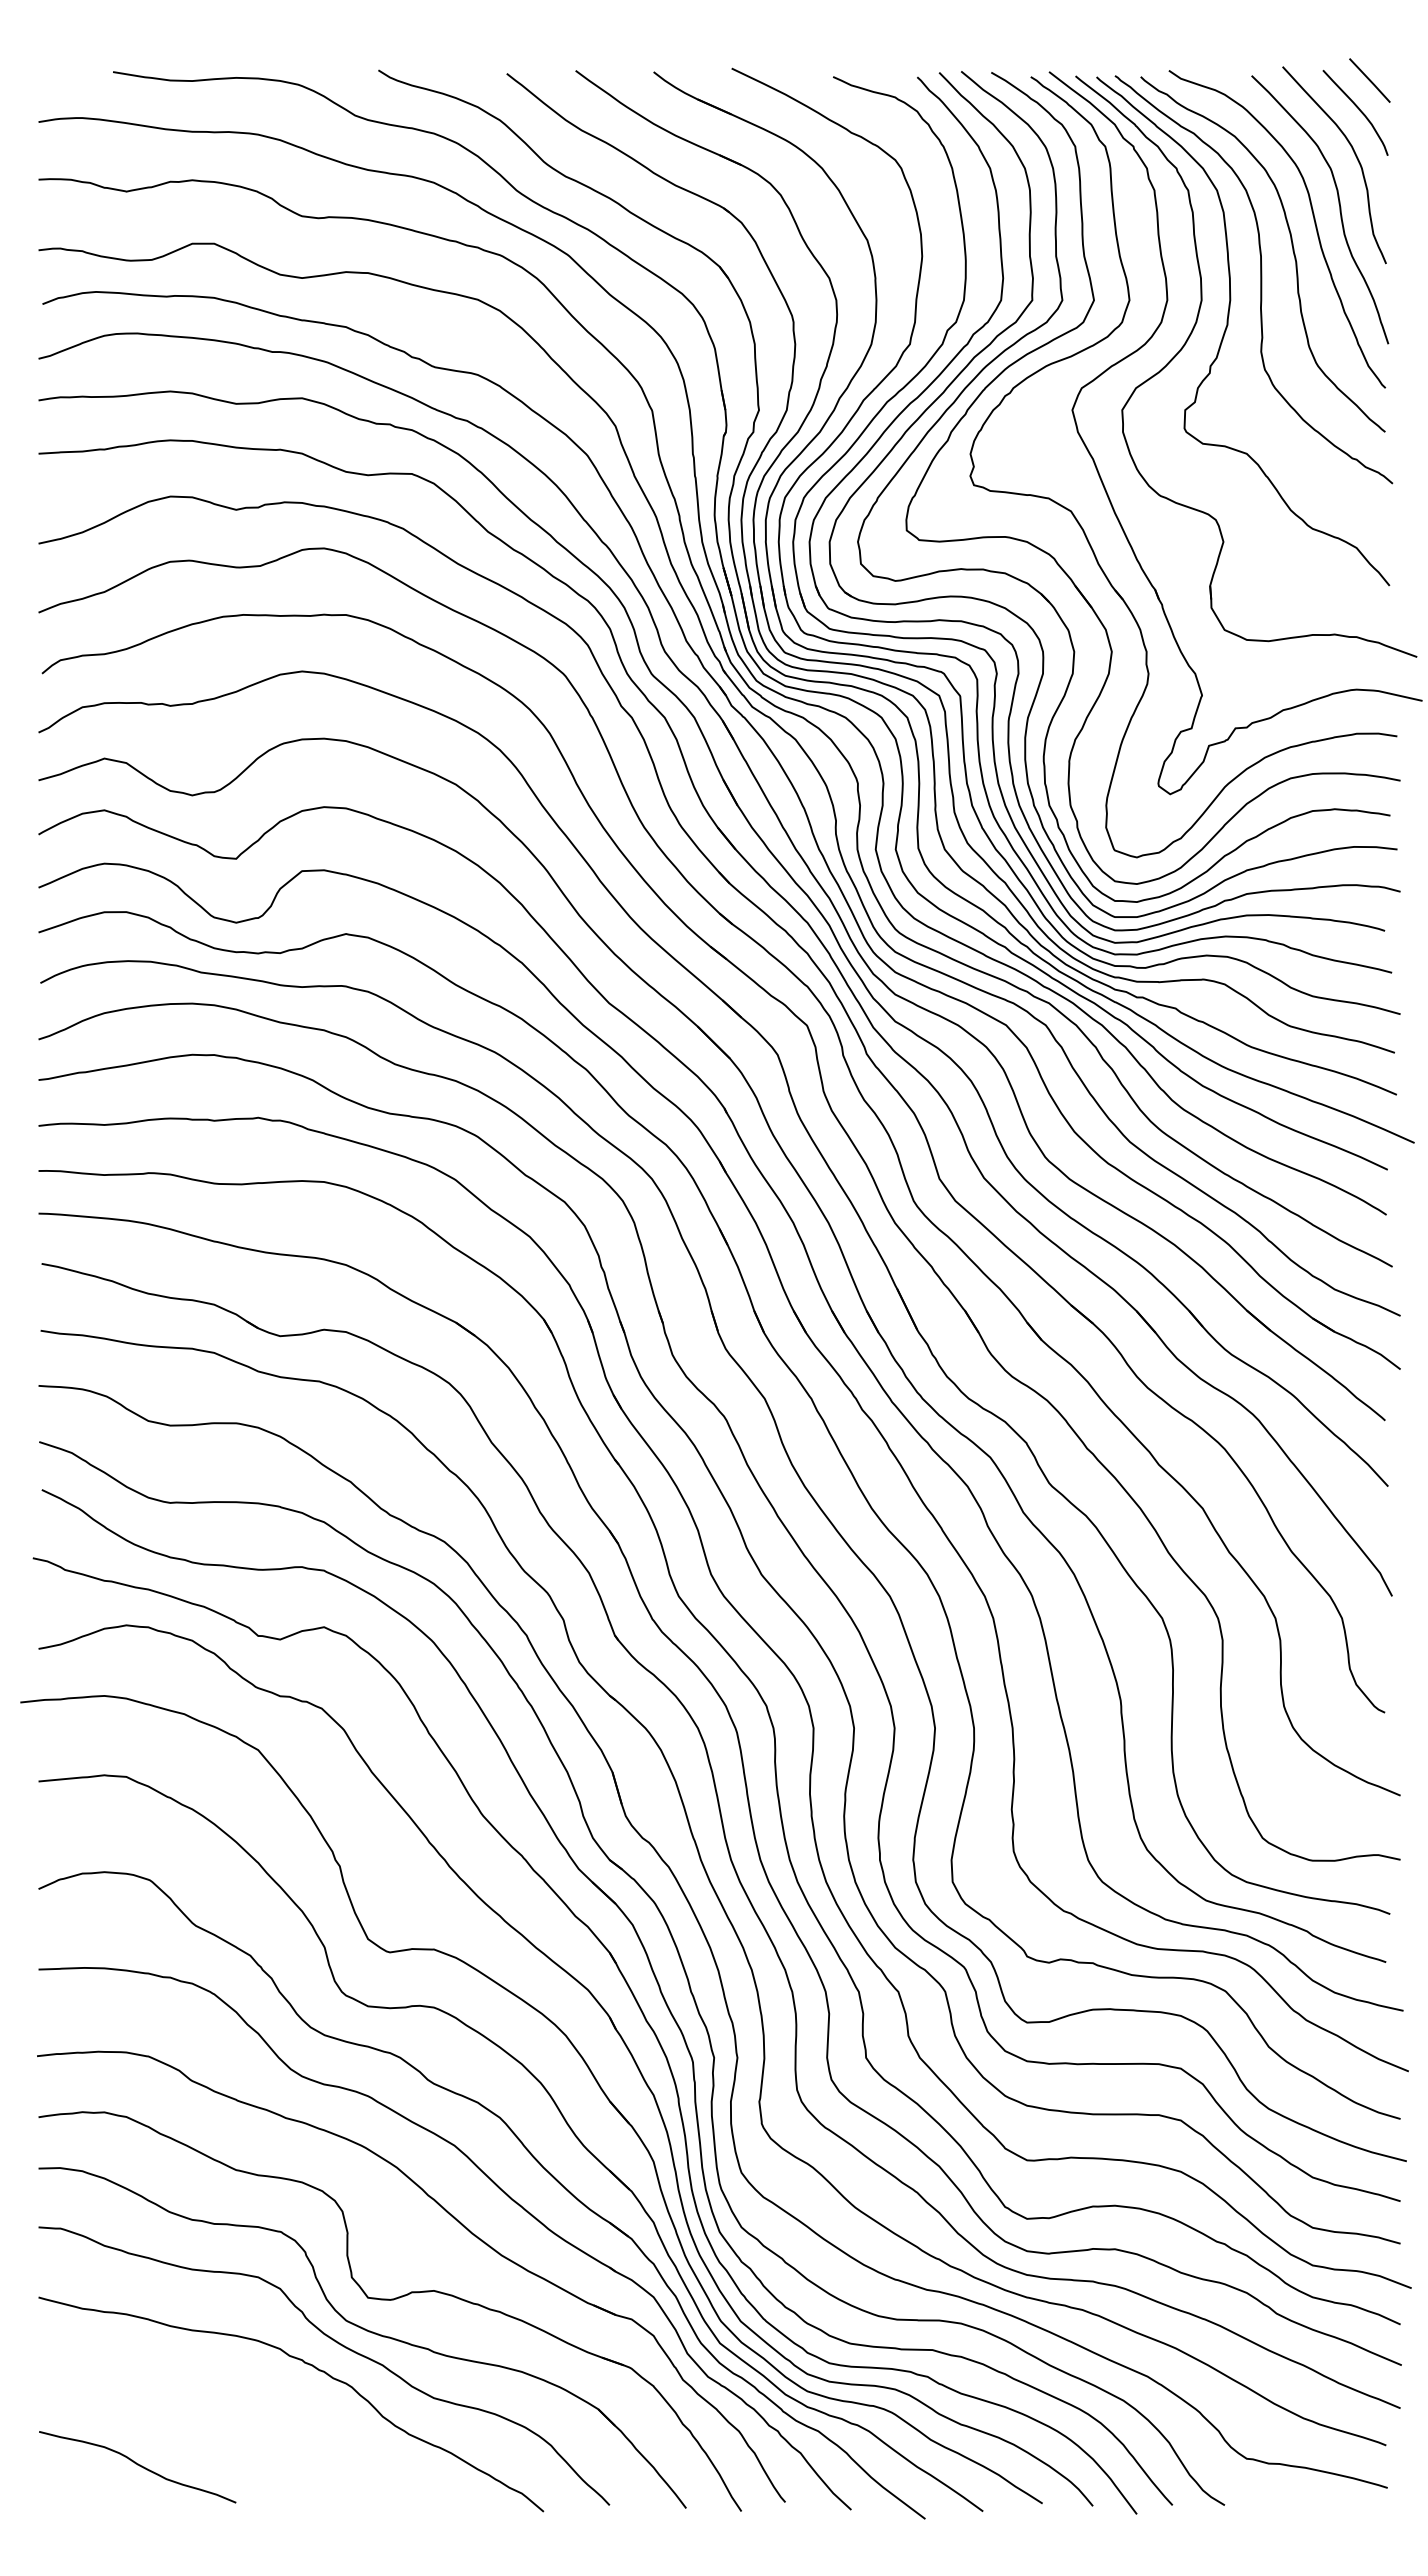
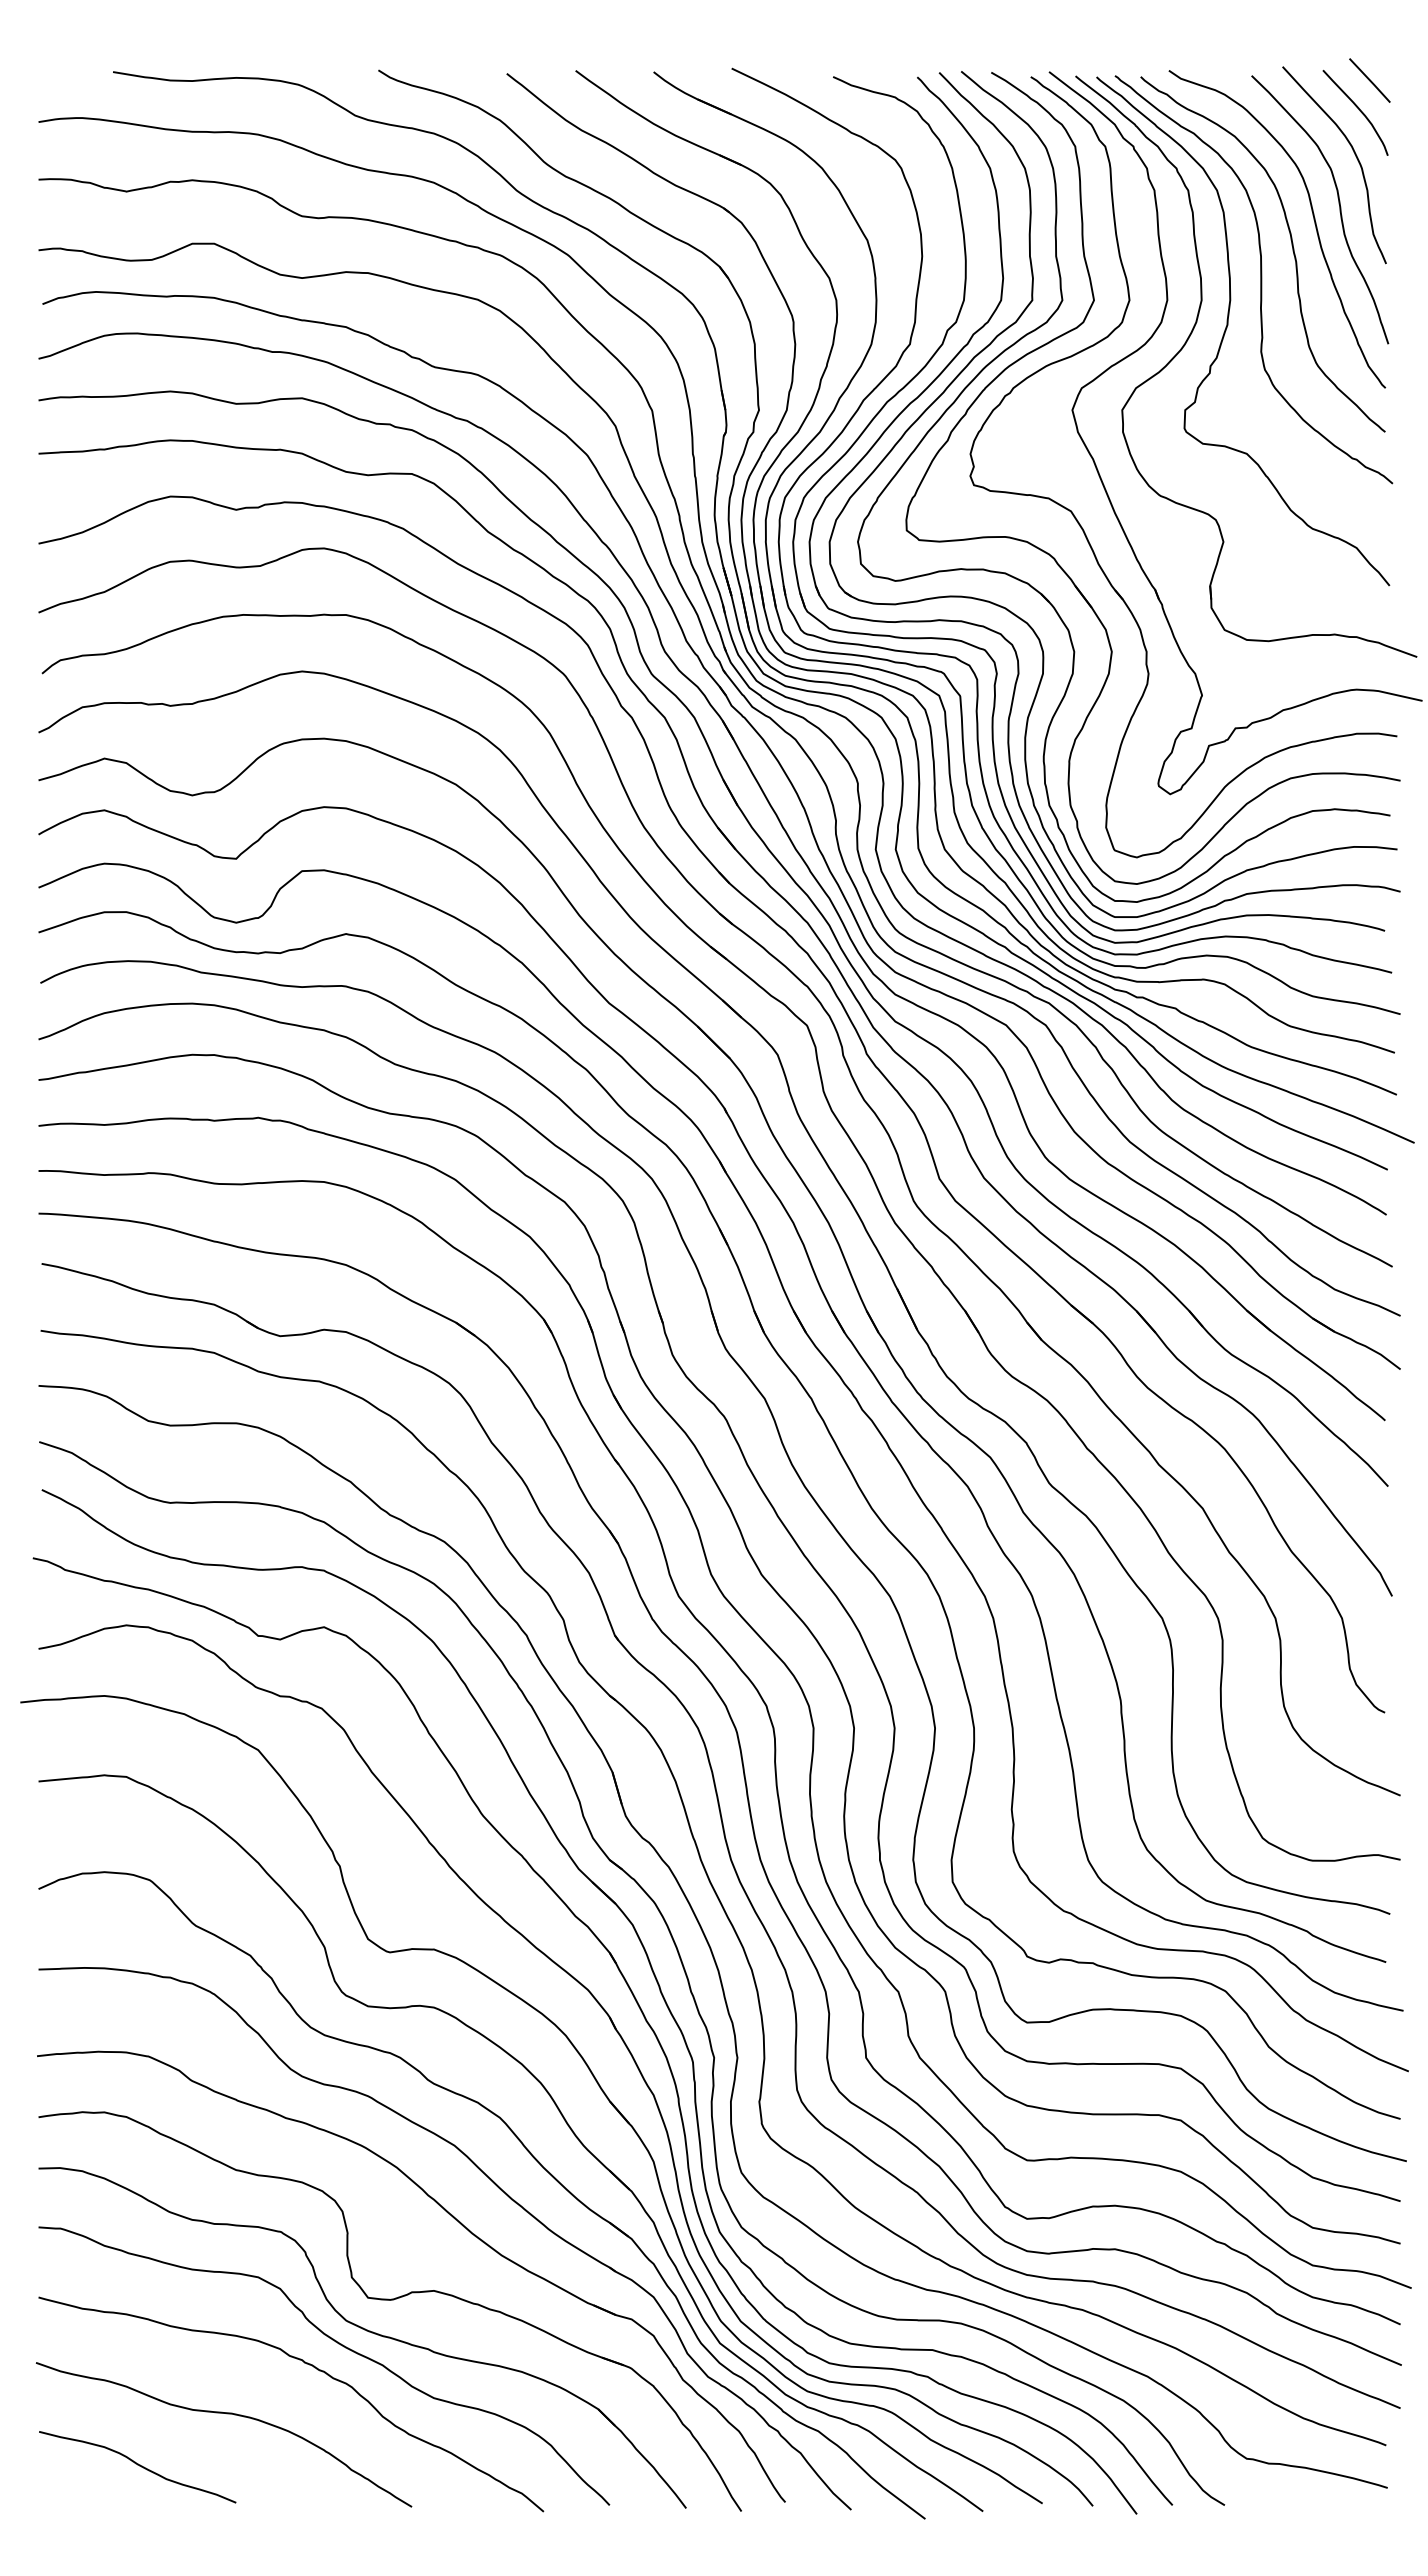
curve at (226, 2414): none -> present
